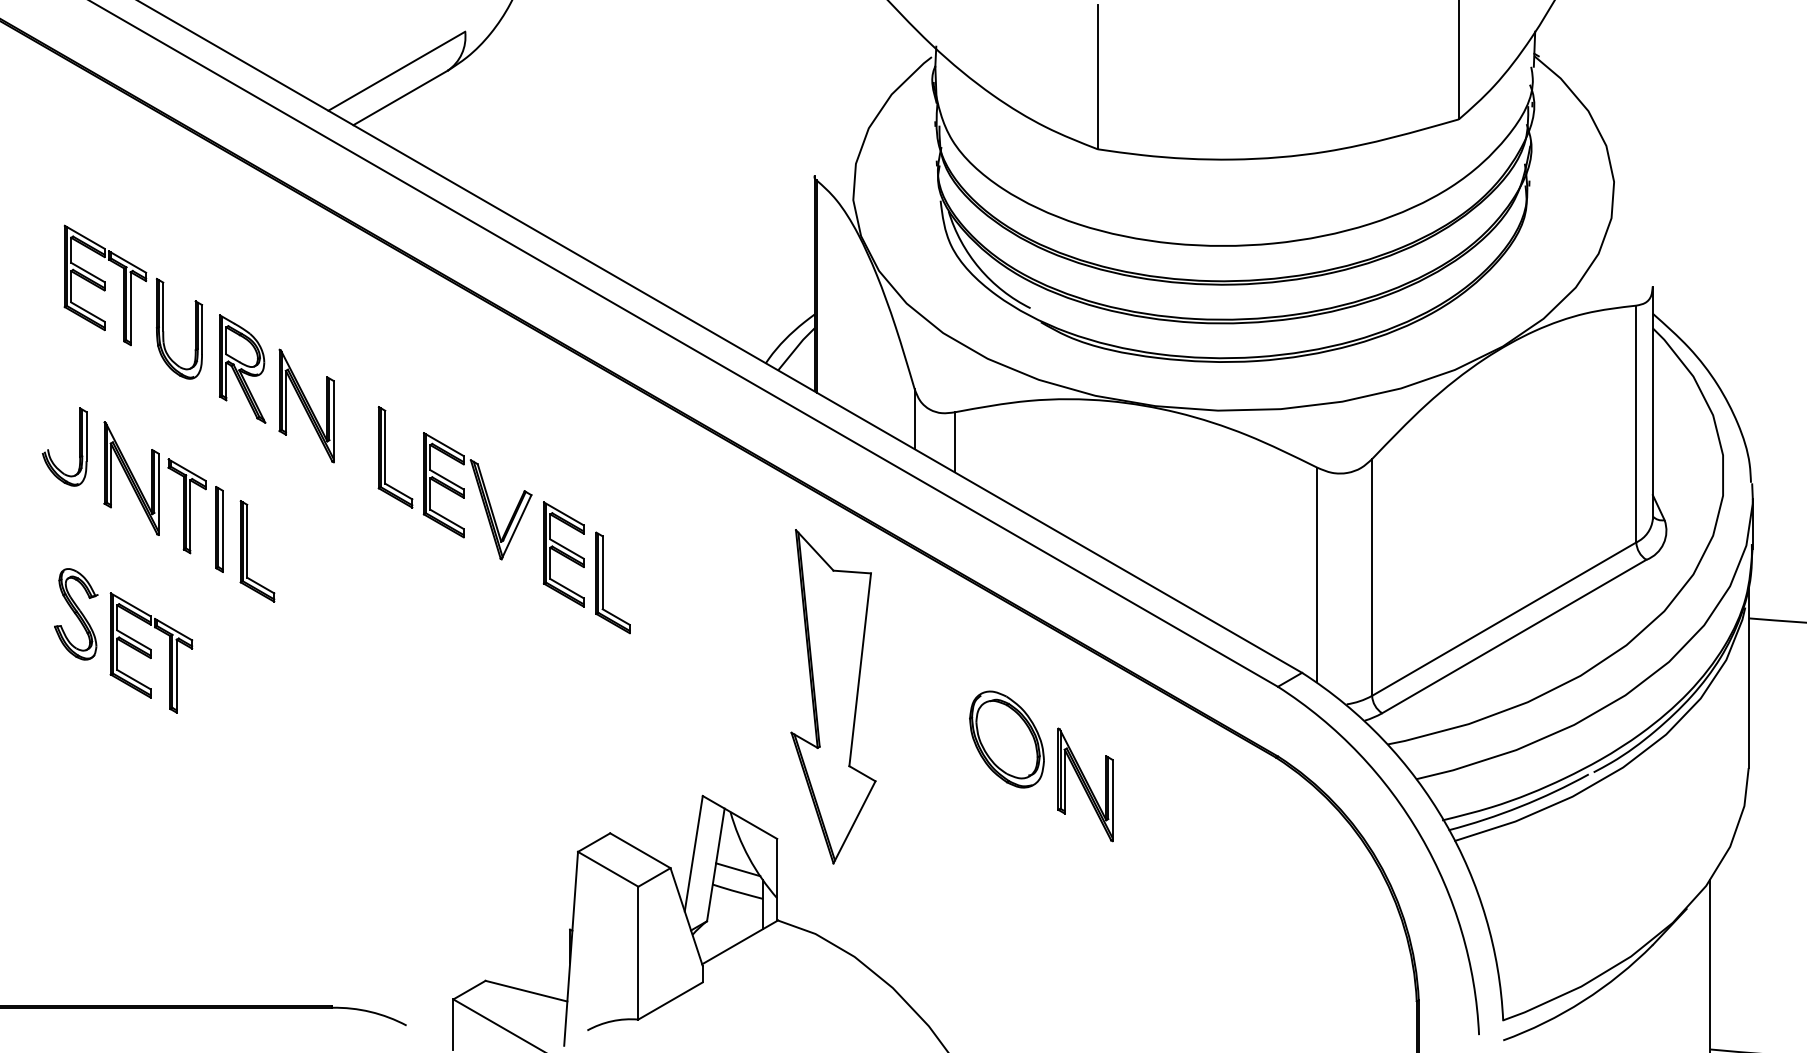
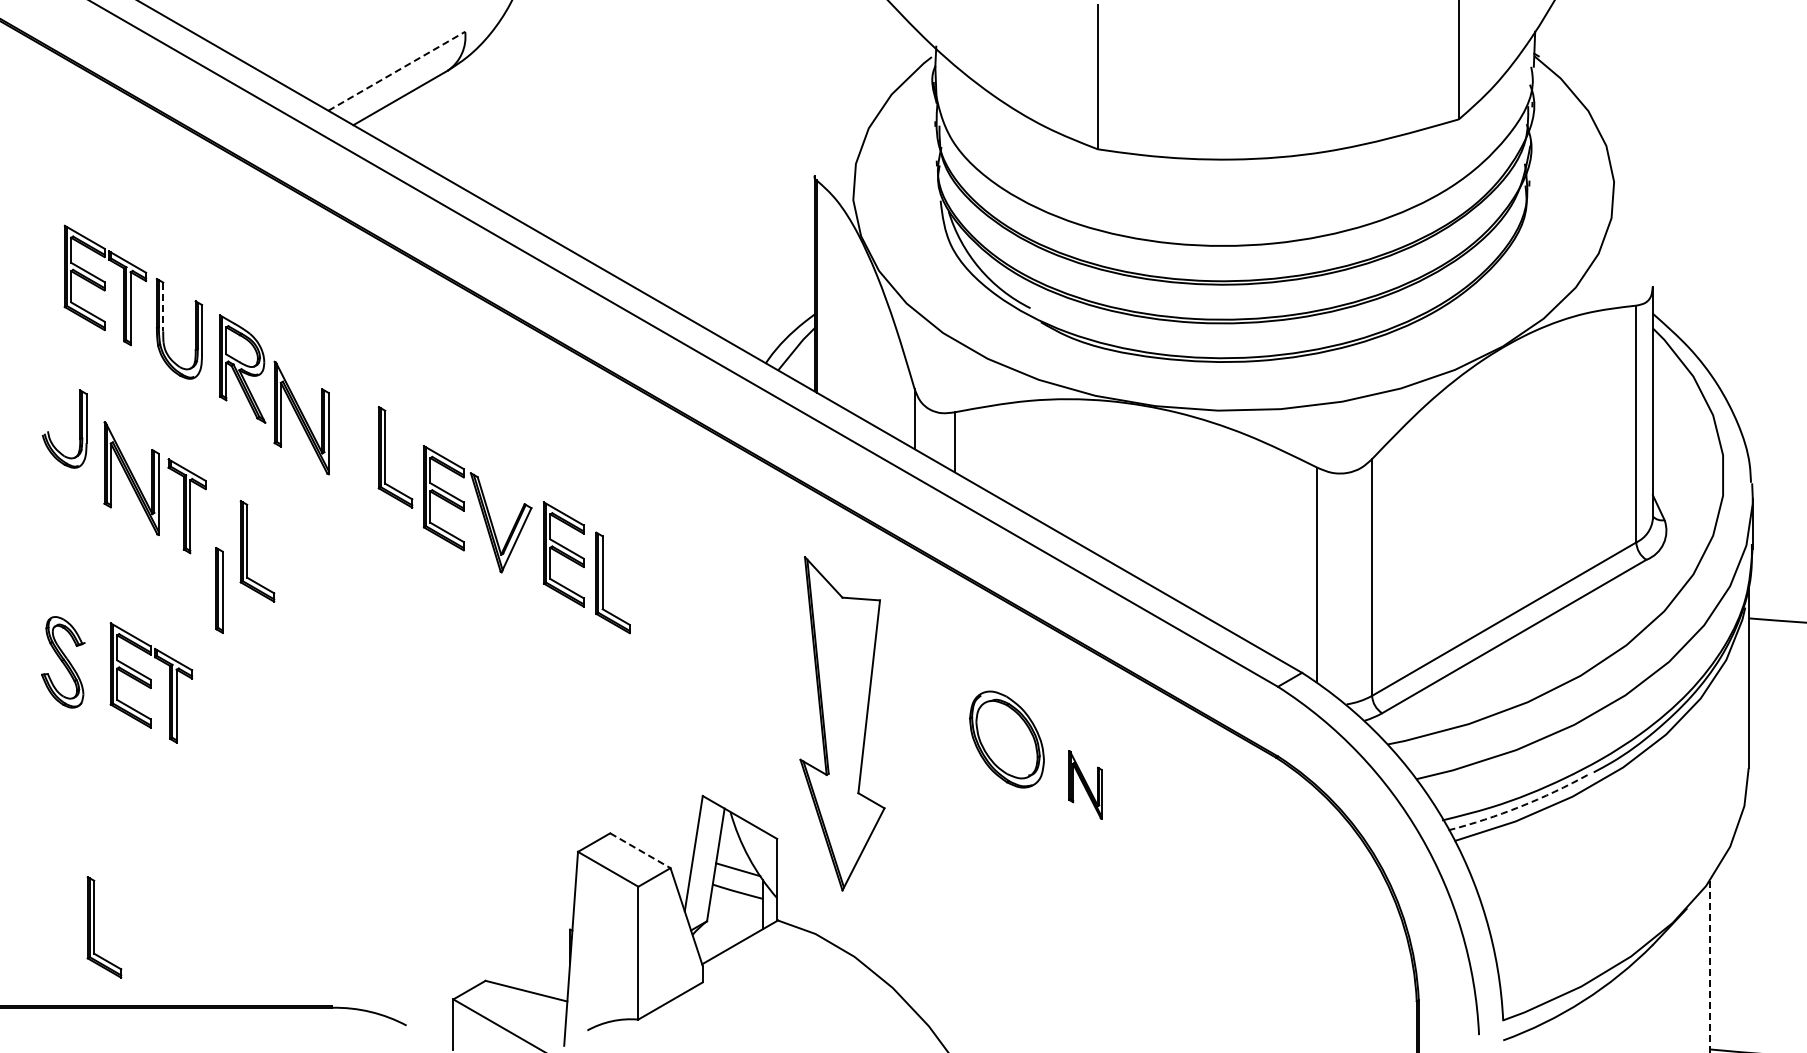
line at (396, 71): solid -> dashed
line at (163, 307): solid -> dashed
part at (306, 405) position: (306, 405) -> (301, 417)
part at (79, 446) position: (79, 446) -> (79, 428)
part at (477, 496) position: (477, 496) -> (477, 509)
part at (219, 529) position: (219, 529) -> (219, 590)
part at (76, 614) position: (76, 614) -> (63, 662)
part at (151, 652) position: (151, 652) -> (151, 682)
part at (833, 696) position: (833, 696) -> (842, 723)
part at (1085, 784) size: 57x116 px -> 35x70 px
arc at (1520, 806): solid -> dashed
line at (640, 850): solid -> dashed
part at (94, 927): none -> present
line at (1710, 966): solid -> dashed
